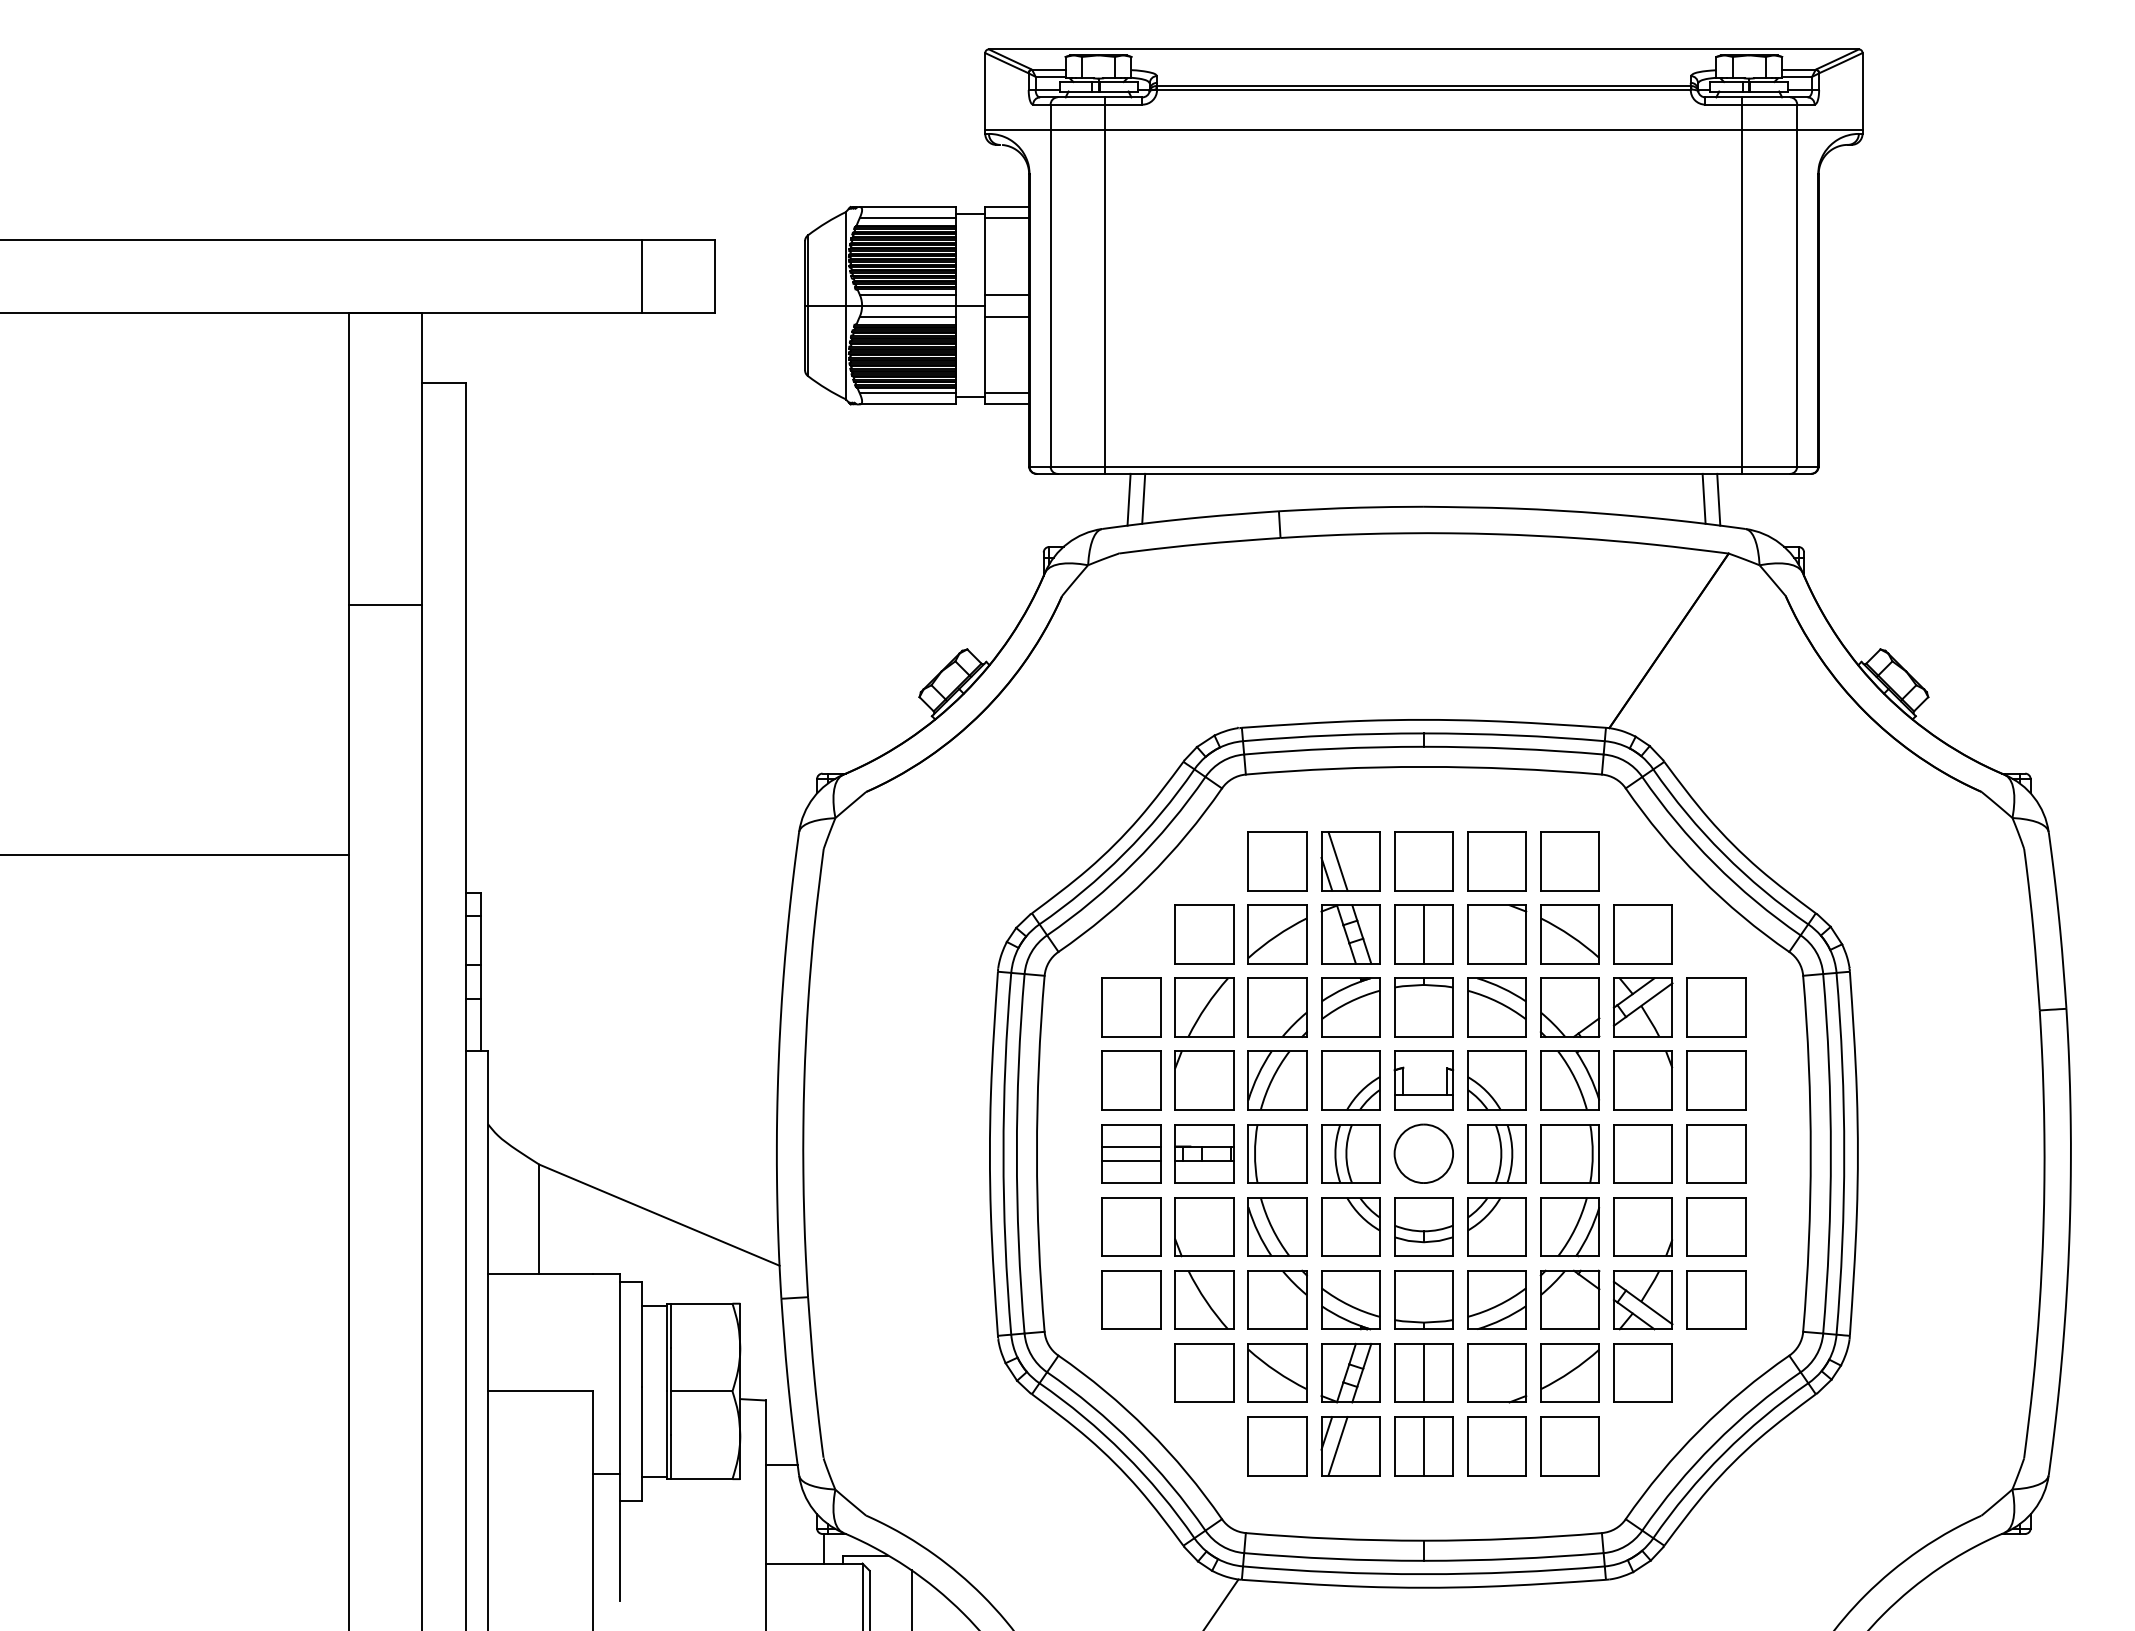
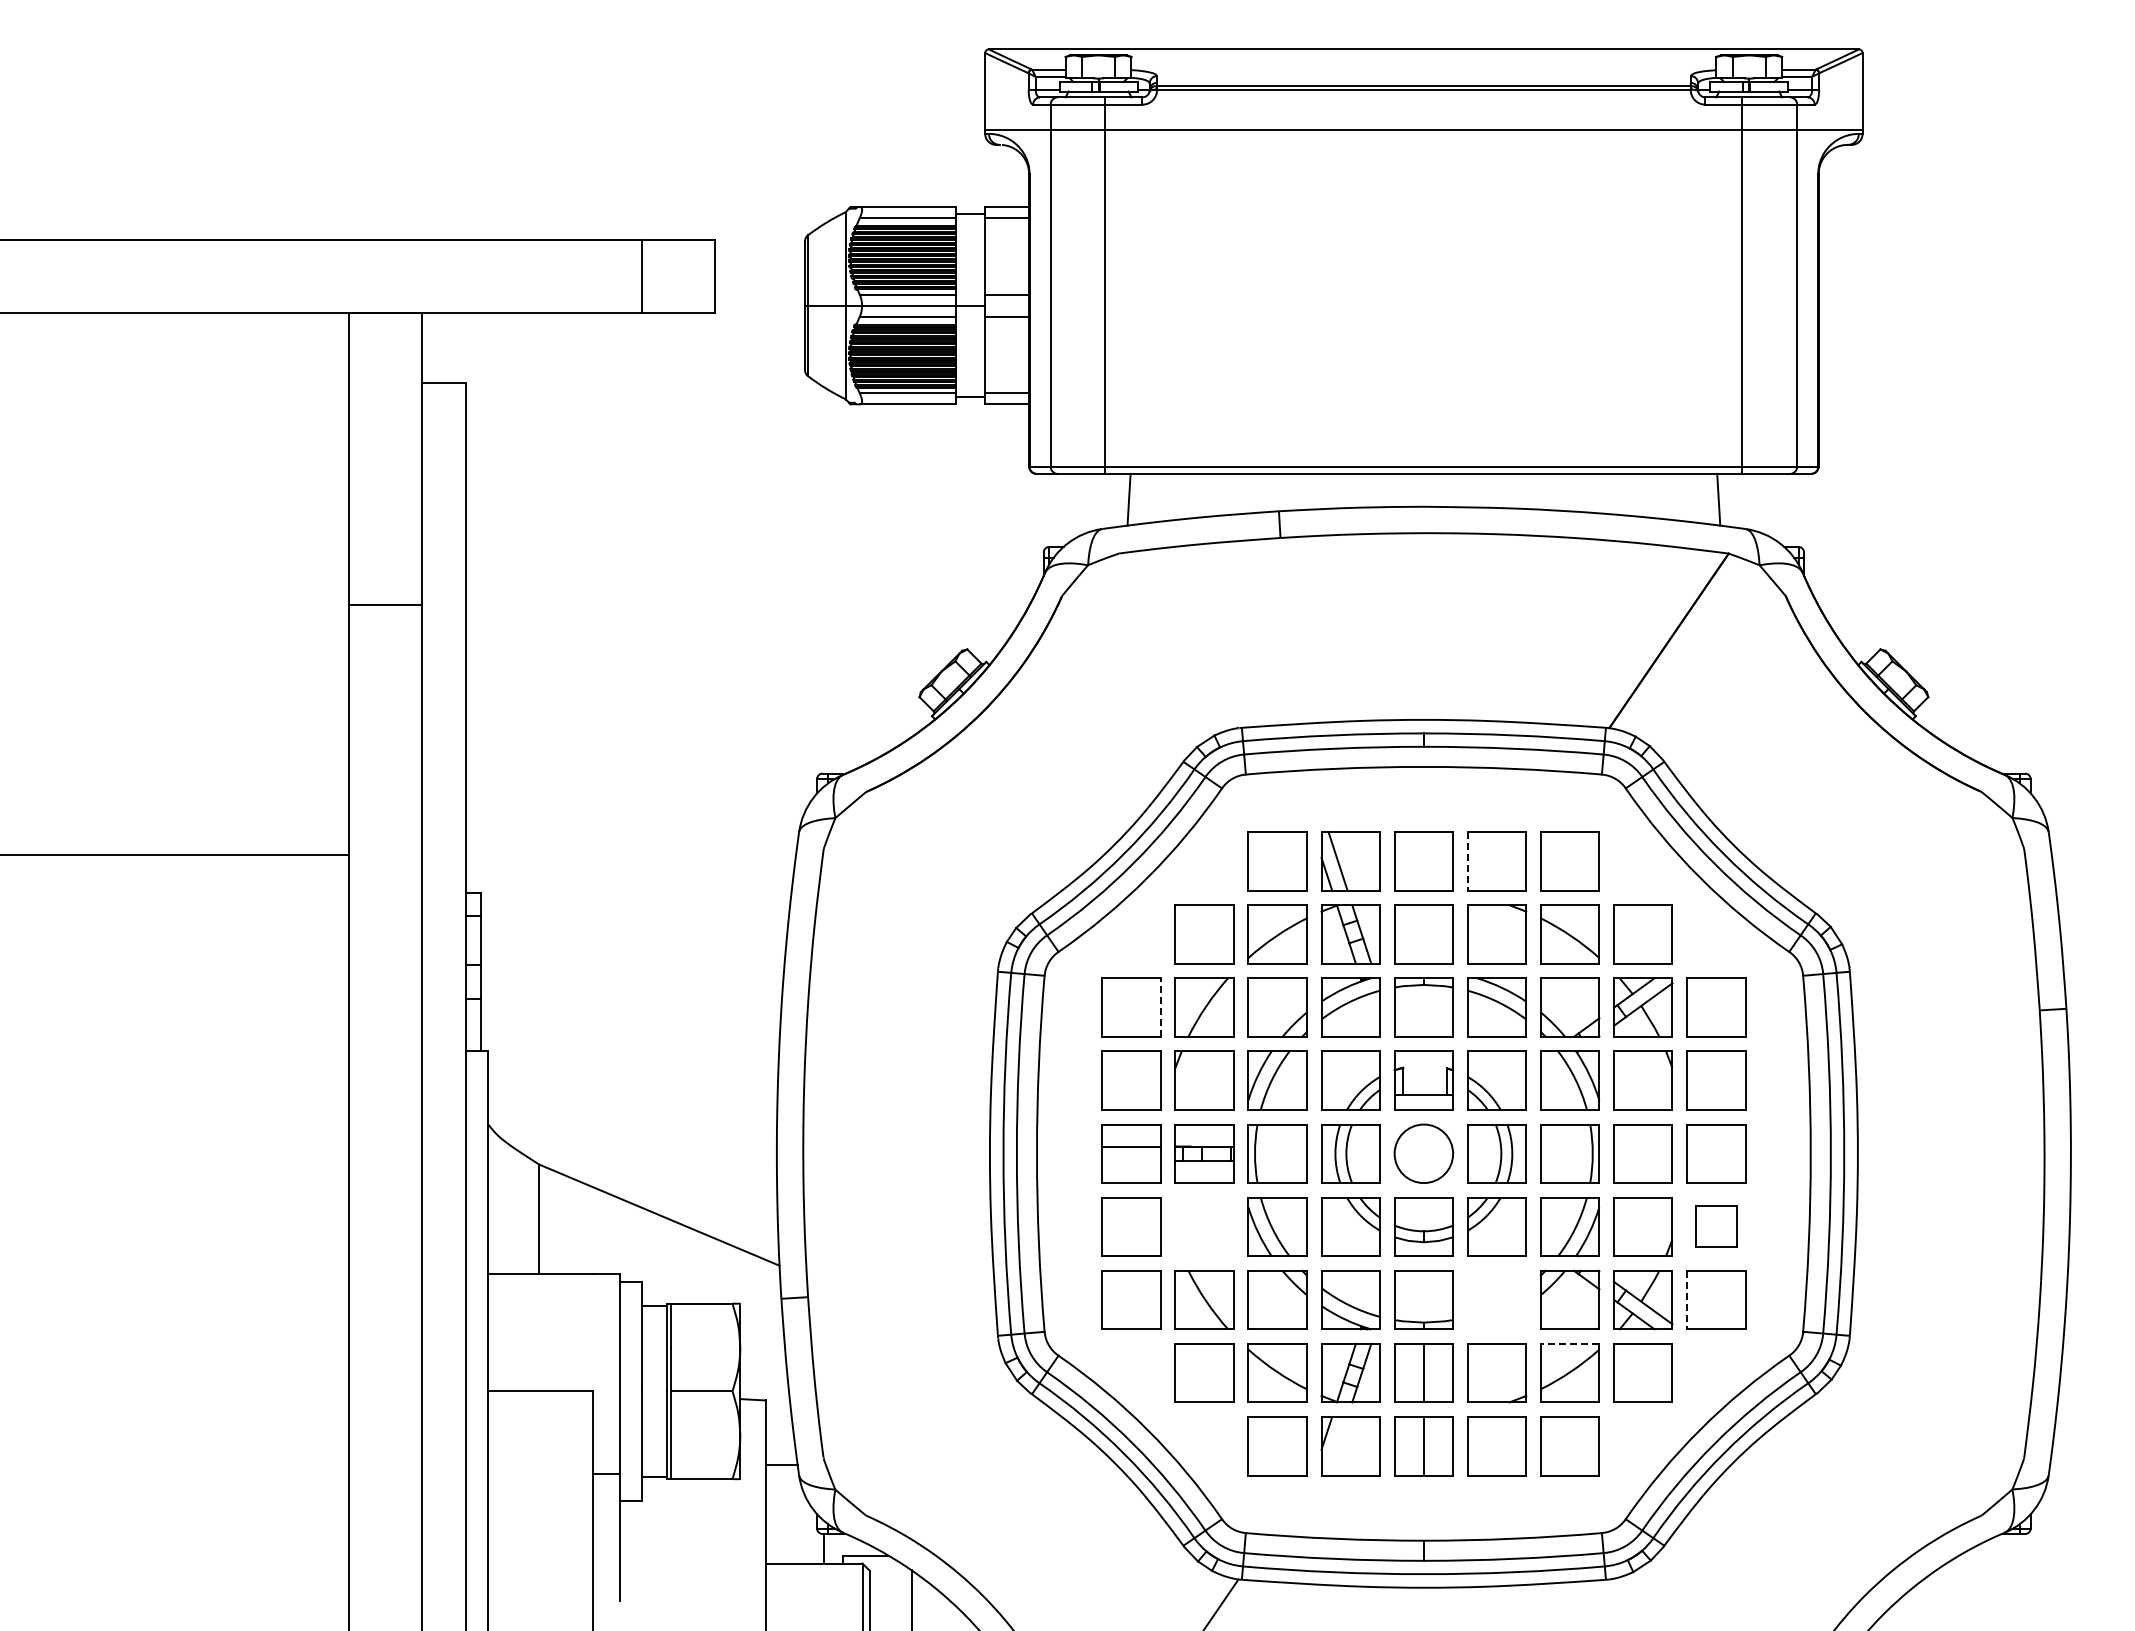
line at (1143, 498): present -> none
line at (1703, 498): present -> none
line at (1467, 861): solid -> dashed
line at (1423, 934): present -> none
line at (1160, 1007): solid -> dashed
line at (1131, 1161): present -> none
part at (1716, 1226) size: 61x60 px -> 43x43 px
part at (1204, 1227): present -> none
part at (1496, 1299): present -> none
line at (1687, 1300): solid -> dashed
line at (1569, 1343): solid -> dashed
line at (1337, 1446): present -> none
